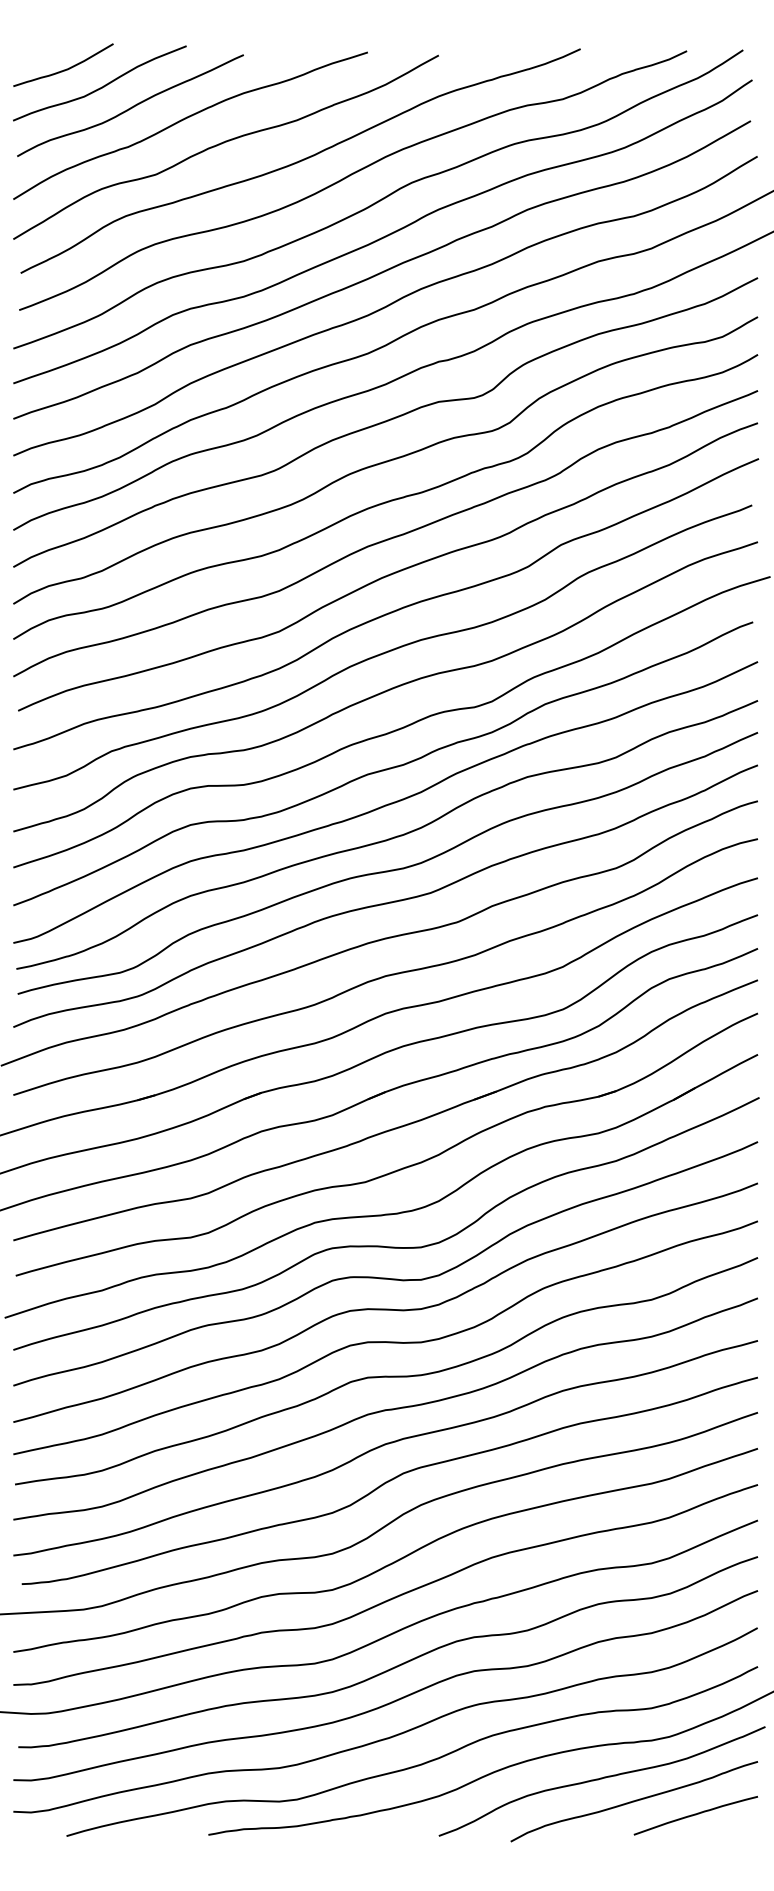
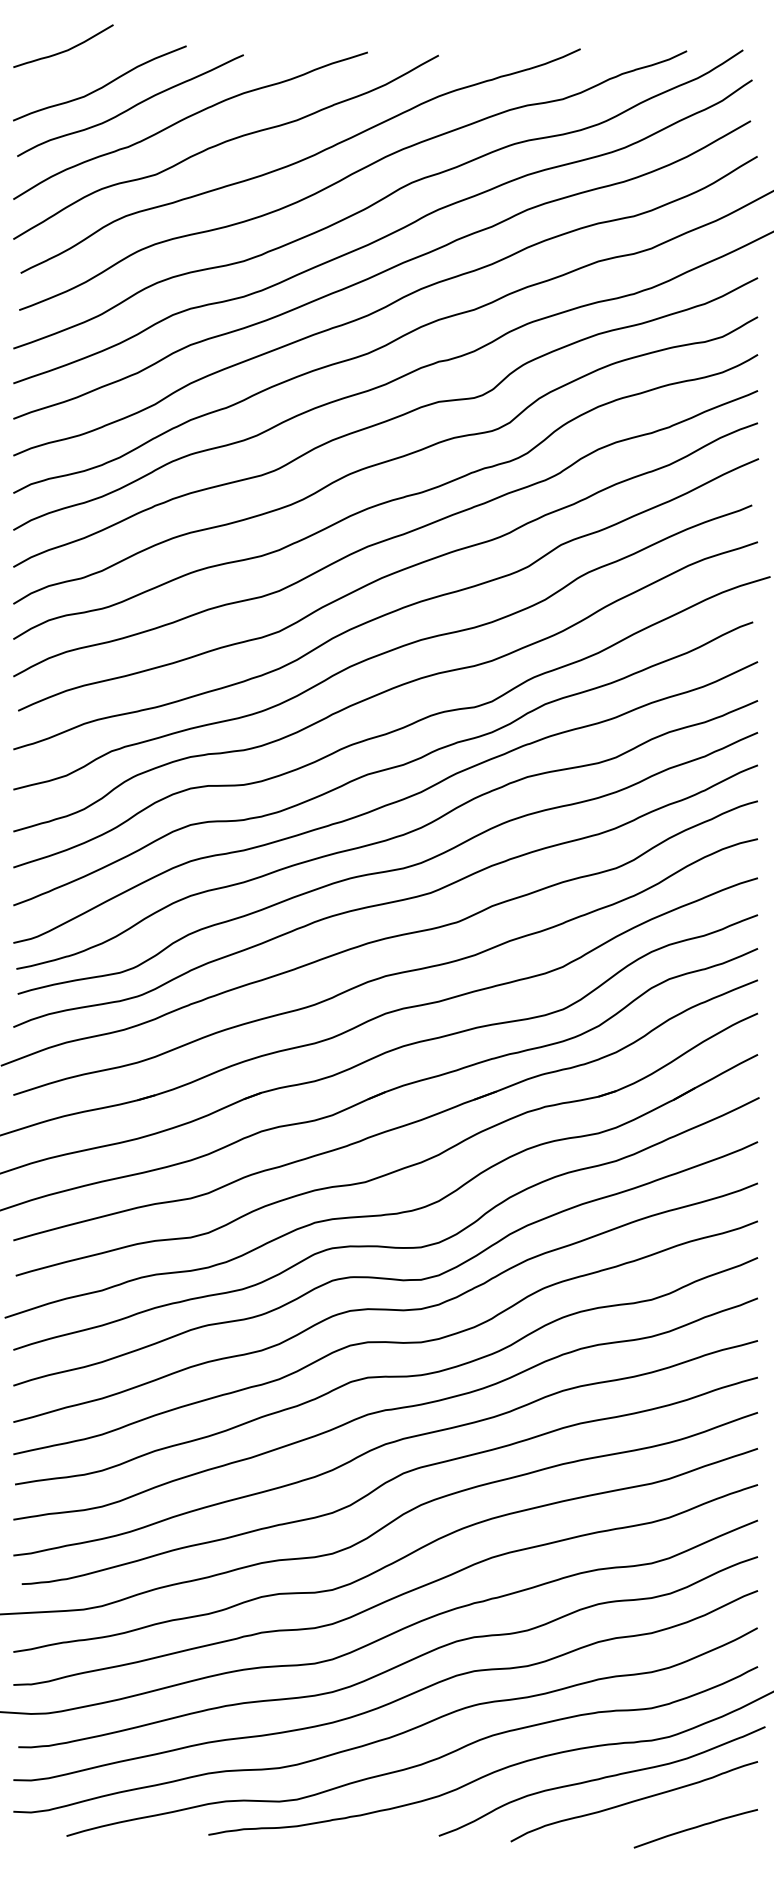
curve at (66, 68) position: (66, 68) -> (66, 49)
curve at (695, 1815) position: (695, 1815) -> (695, 1828)
